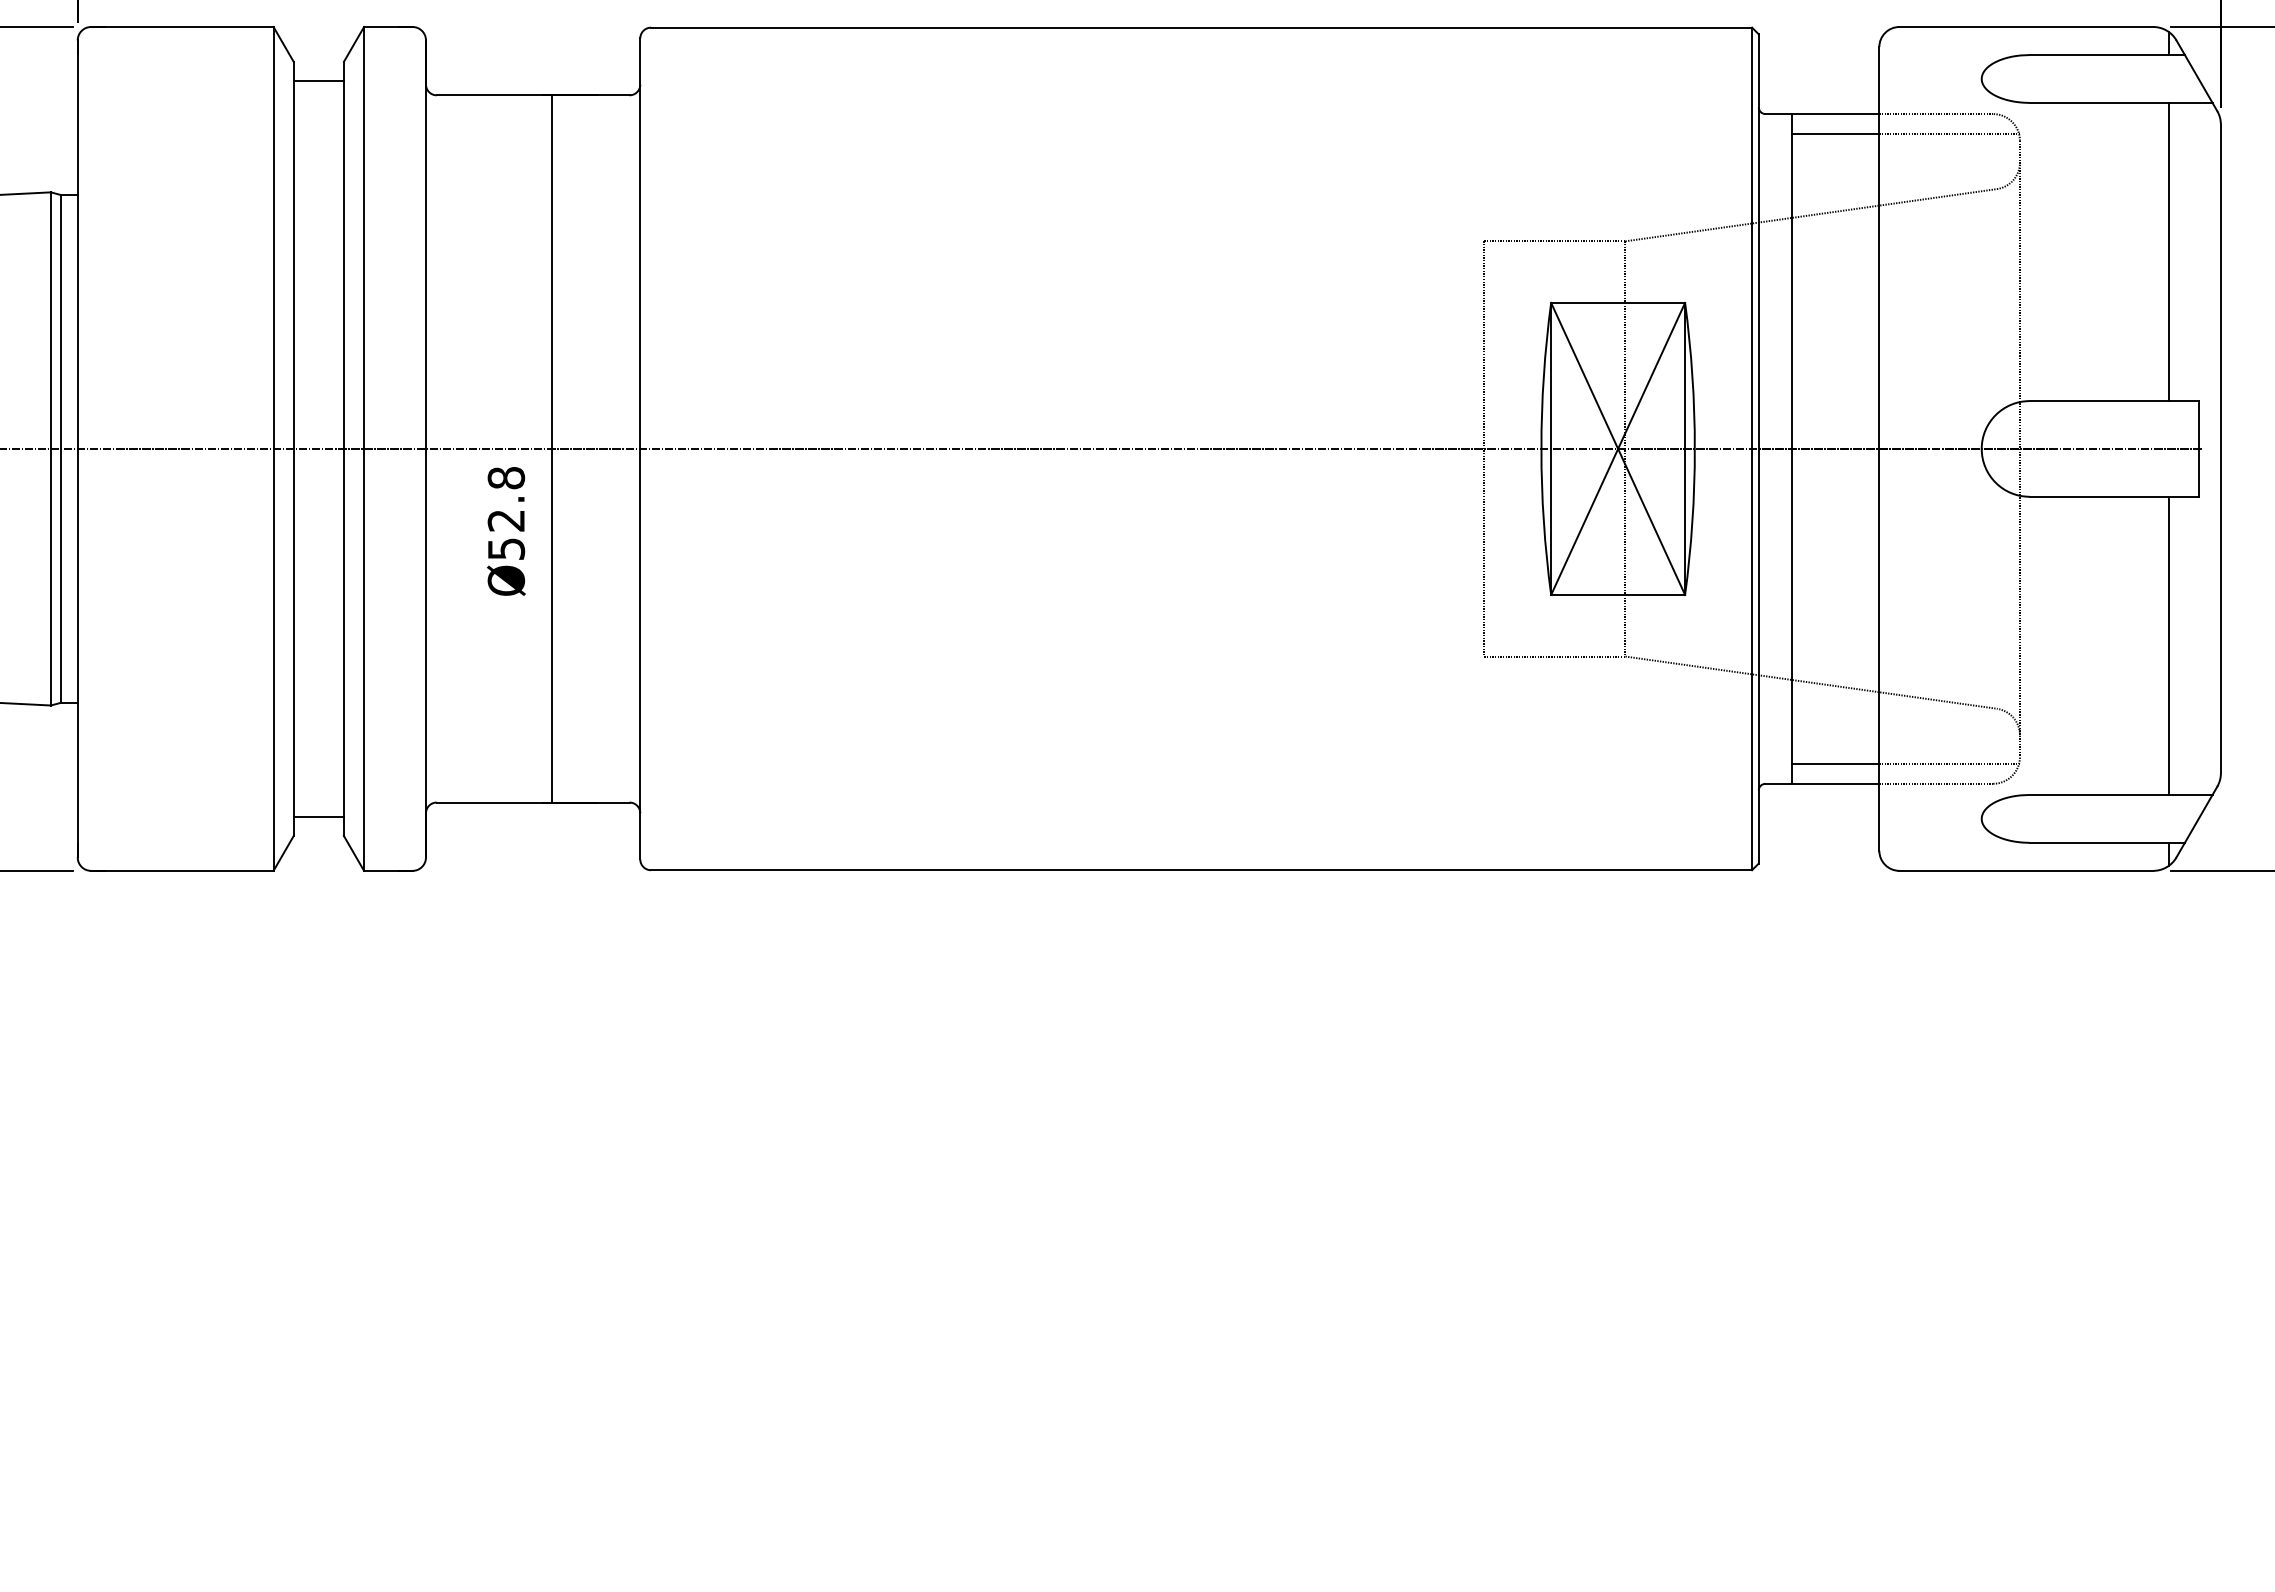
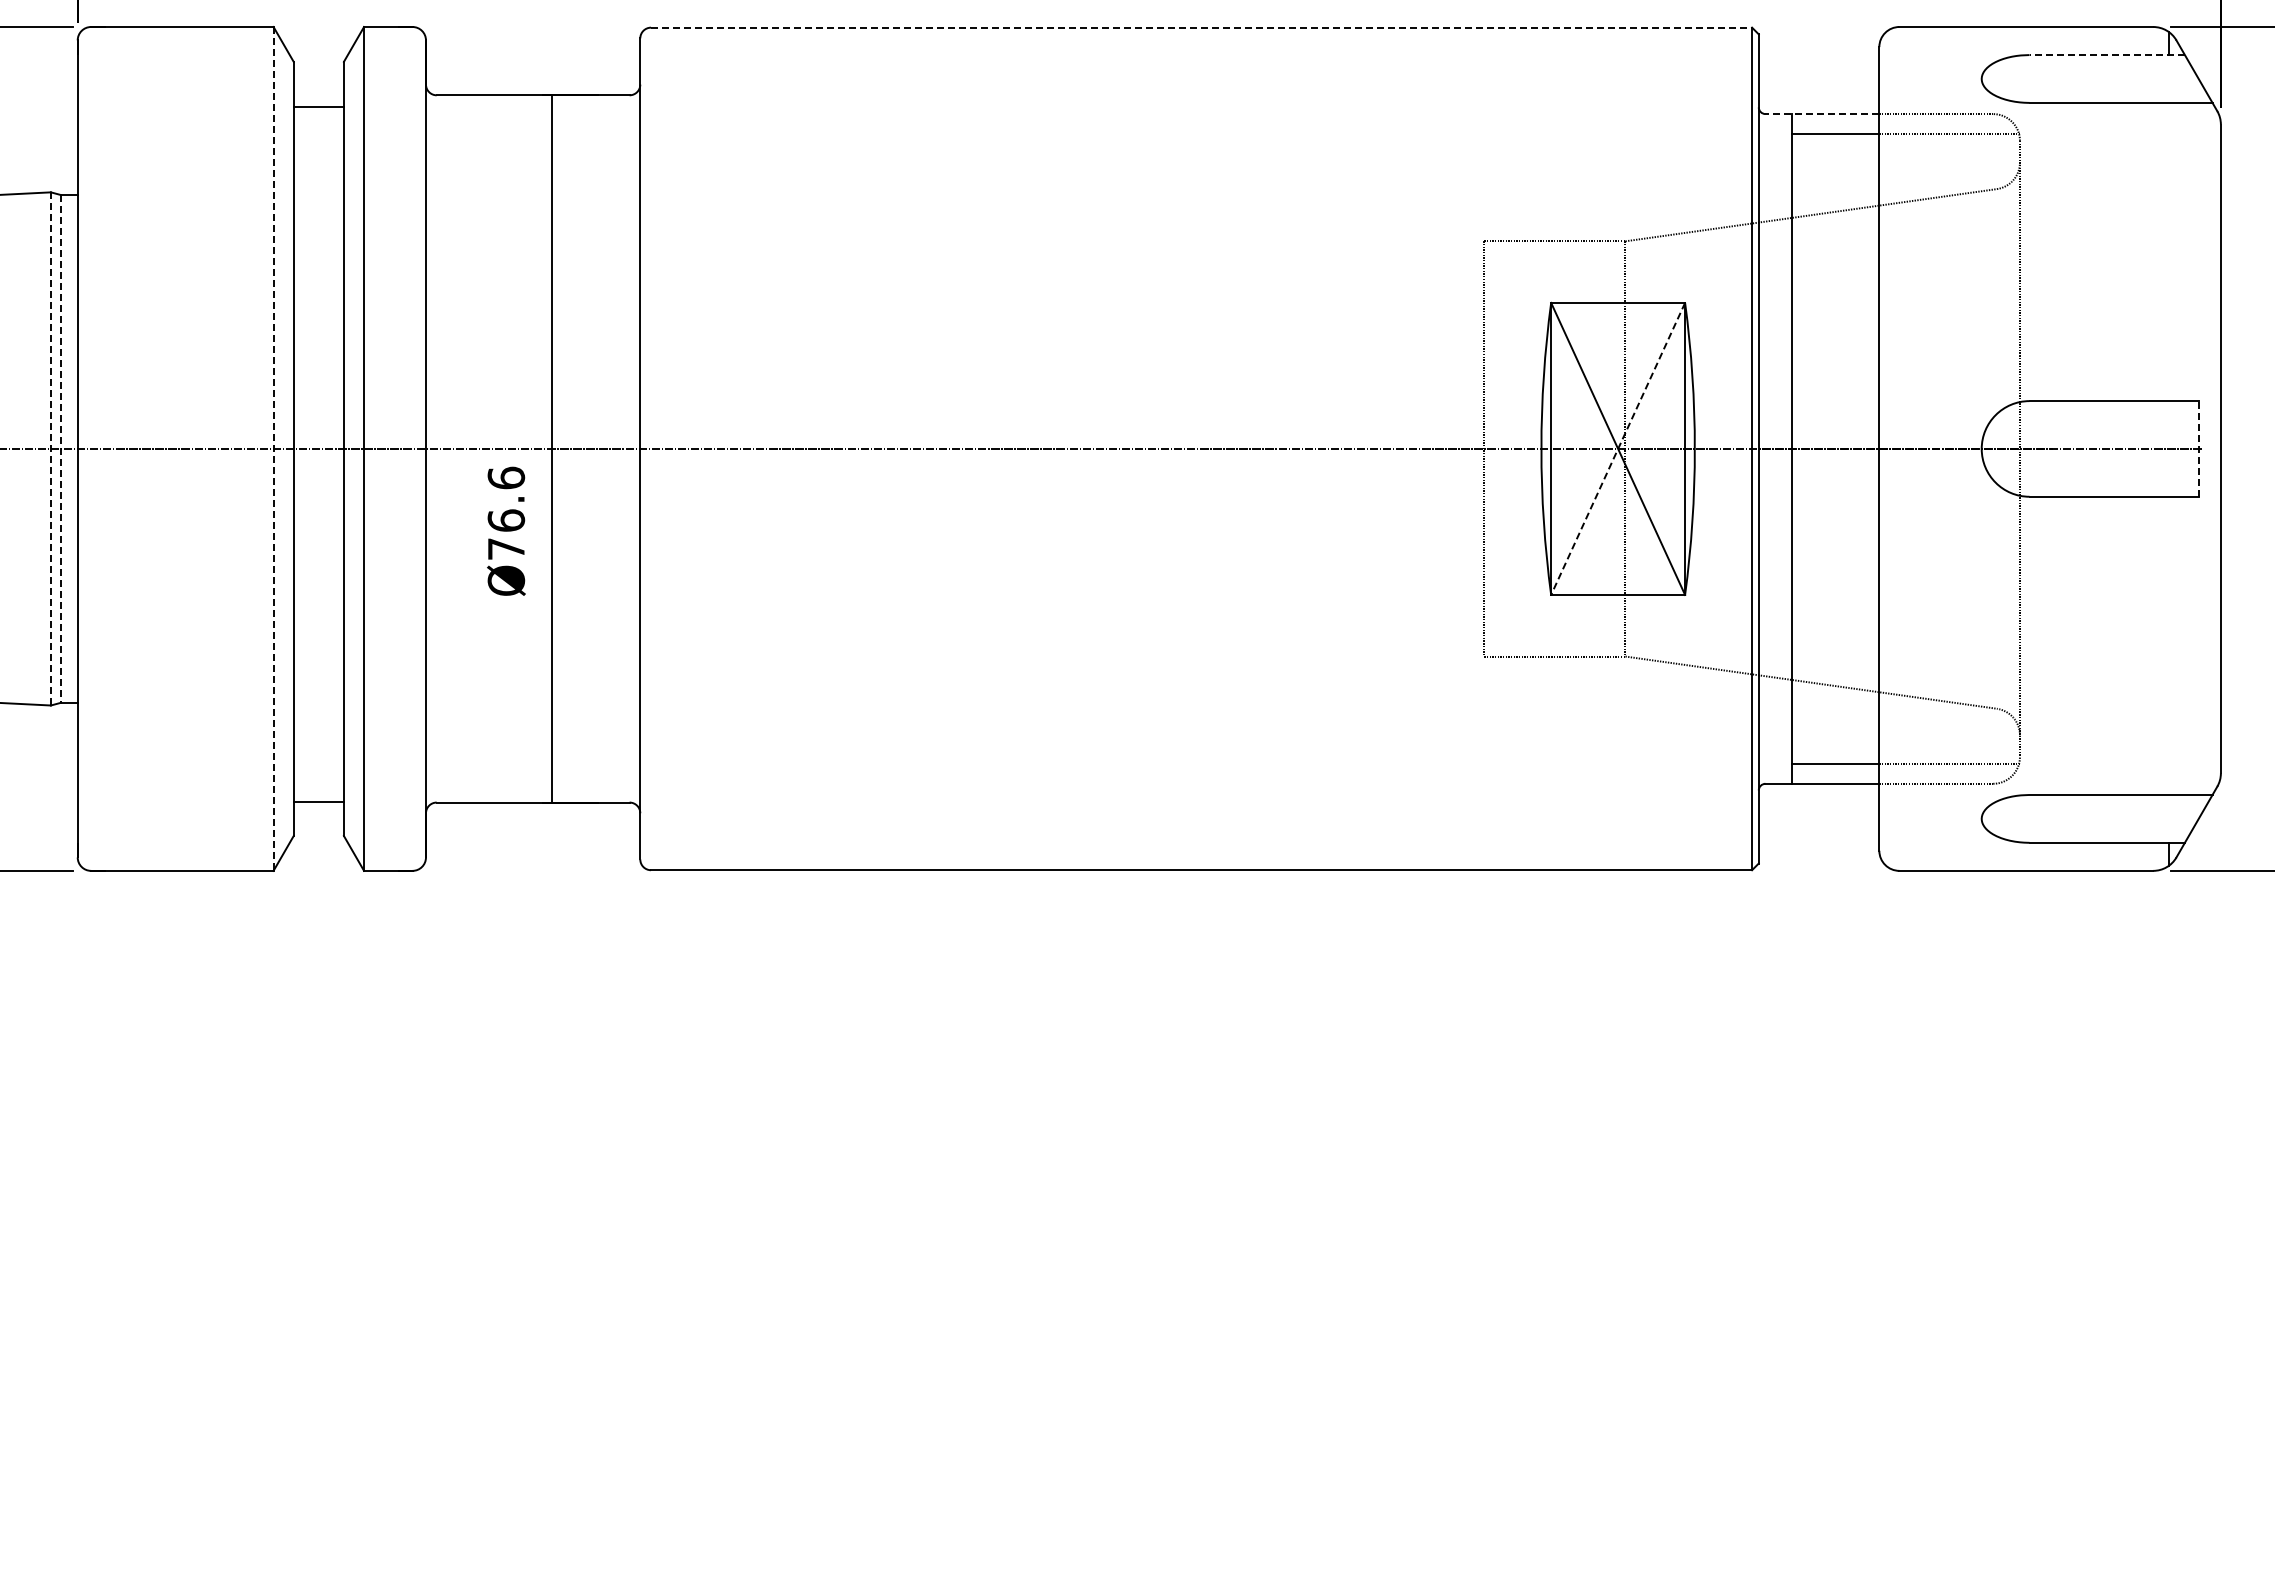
line at (1201, 27): solid -> dashed
line at (2107, 55): solid -> dashed
line at (318, 80) position: (318, 80) -> (318, 106)
line at (1822, 114): solid -> dashed
line at (2168, 251): present -> none
line at (50, 448): solid -> dashed
line at (60, 448): solid -> dashed
line at (273, 448): solid -> dashed
line at (1618, 448): solid -> dashed
line at (2198, 448): solid -> dashed
text at (506, 512): Ø52.8 -> Ø76.6
line at (2168, 645): present -> none
line at (318, 817) position: (318, 817) -> (318, 802)
